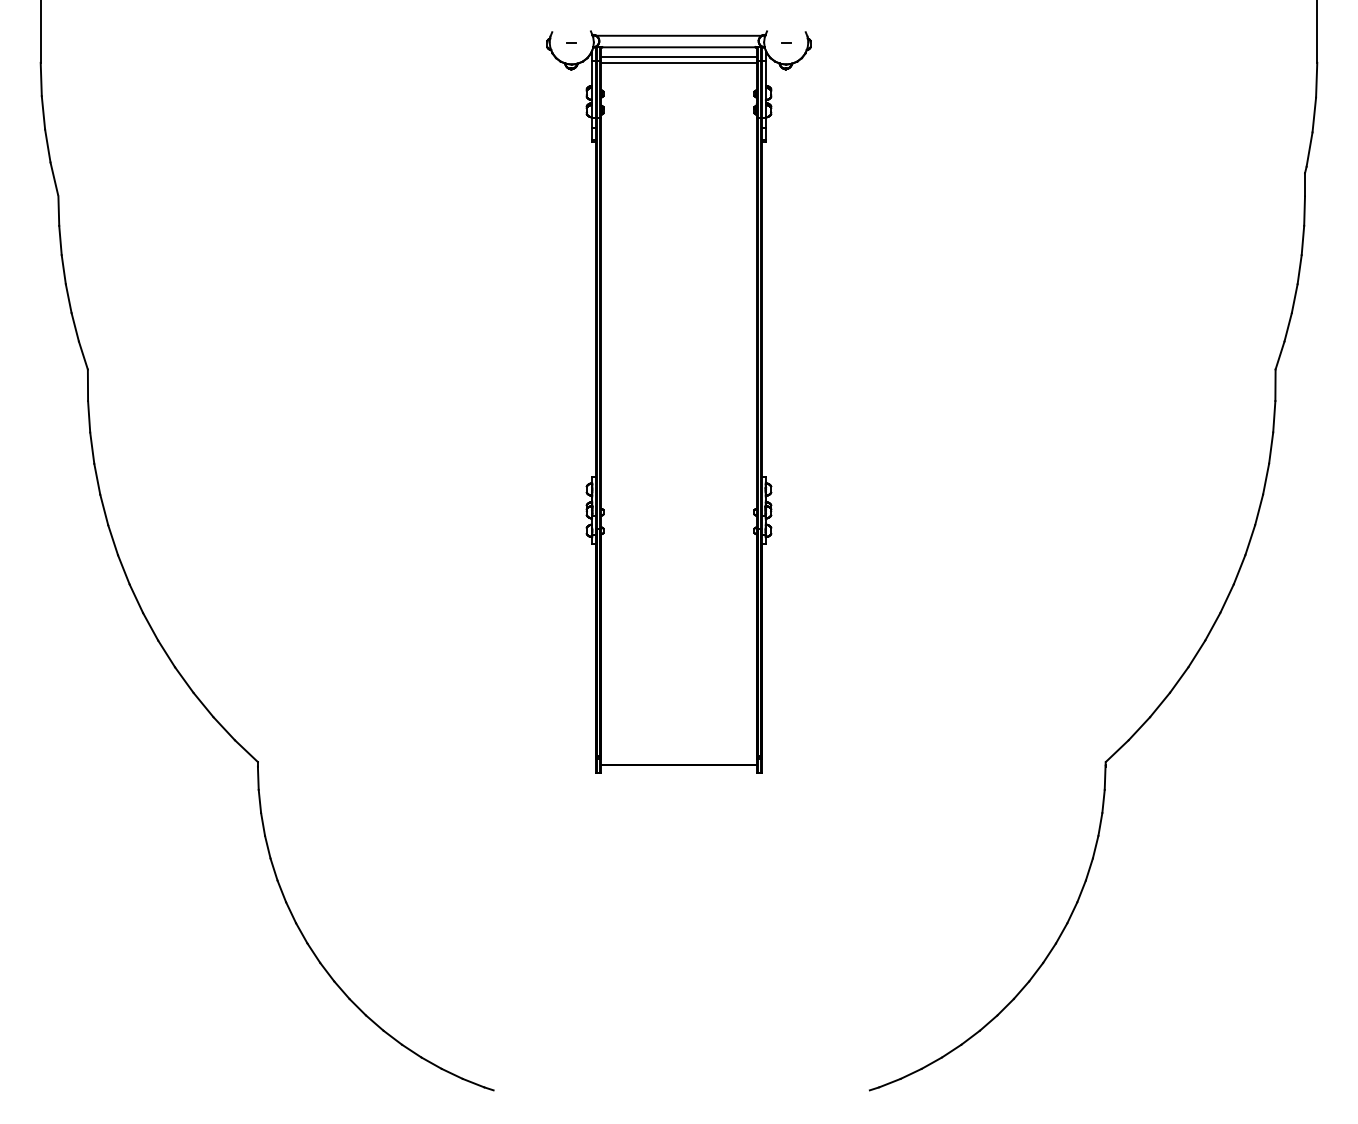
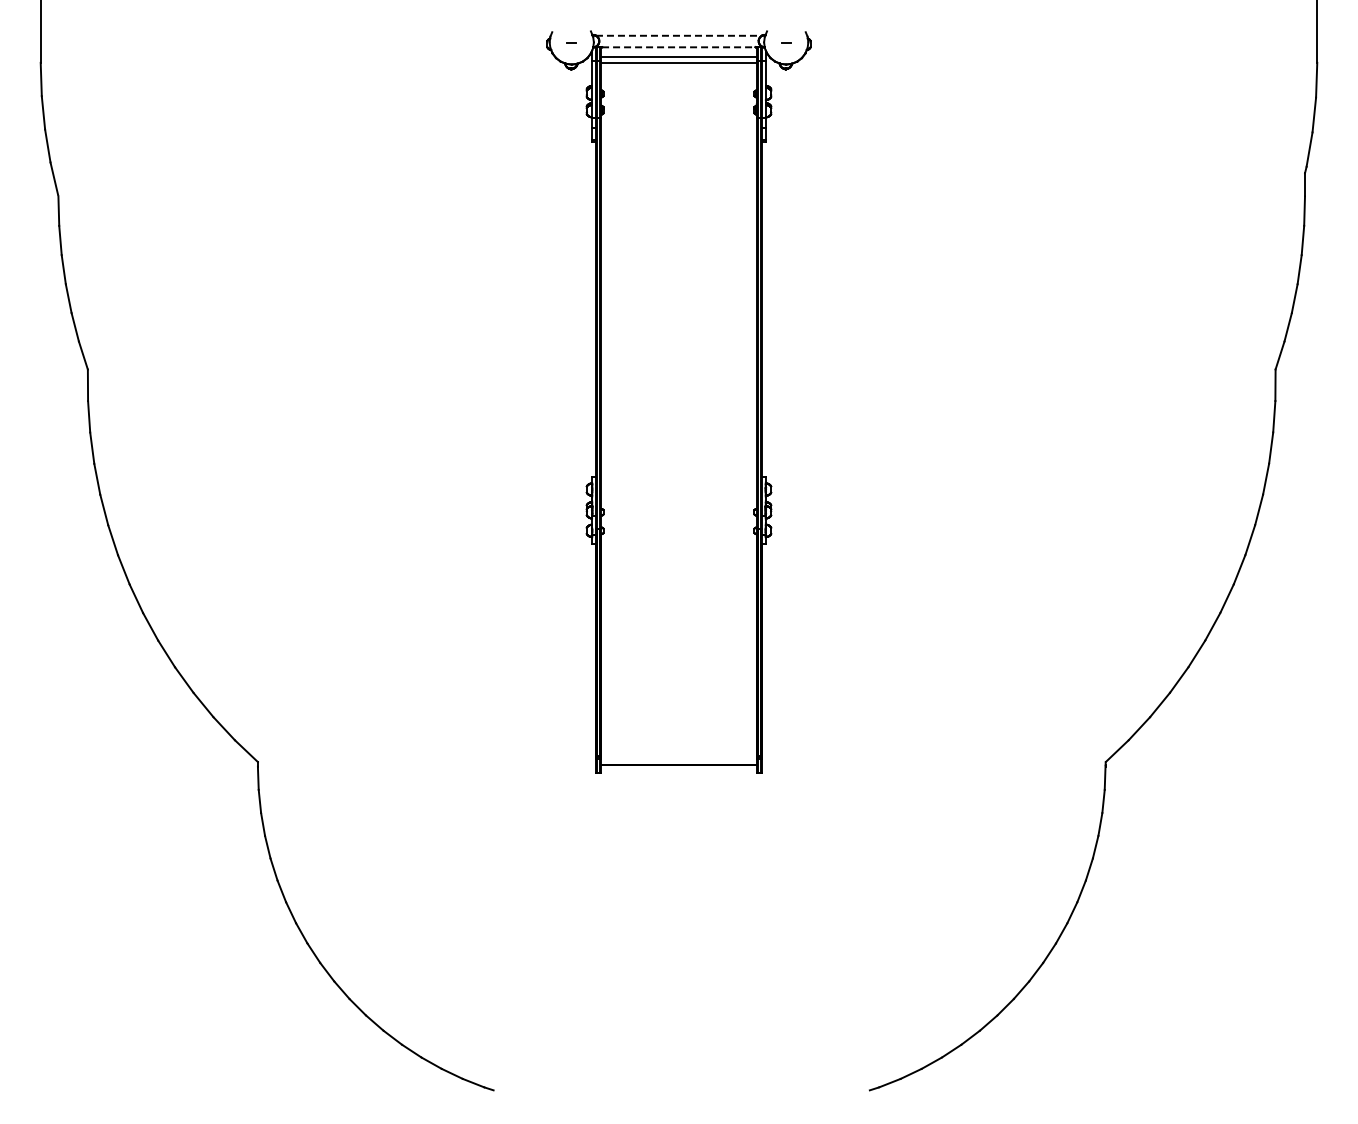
line at (679, 35): solid -> dashed
line at (678, 47): solid -> dashed
